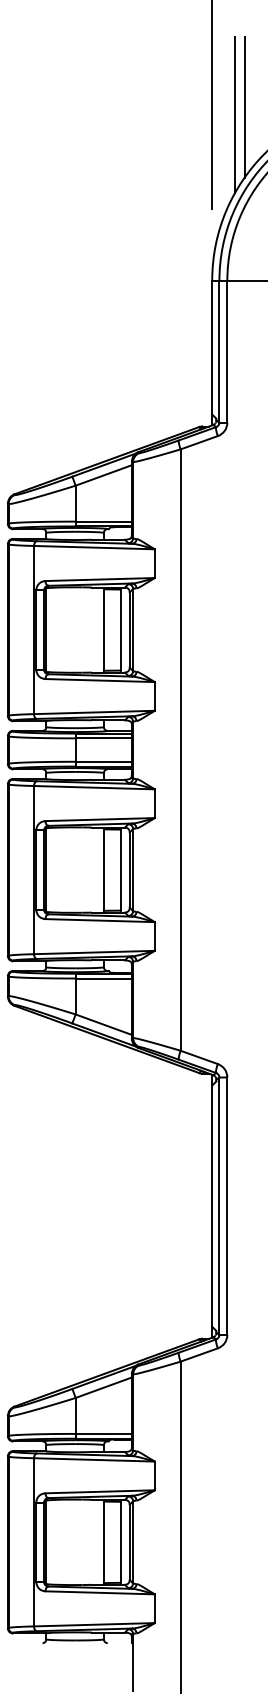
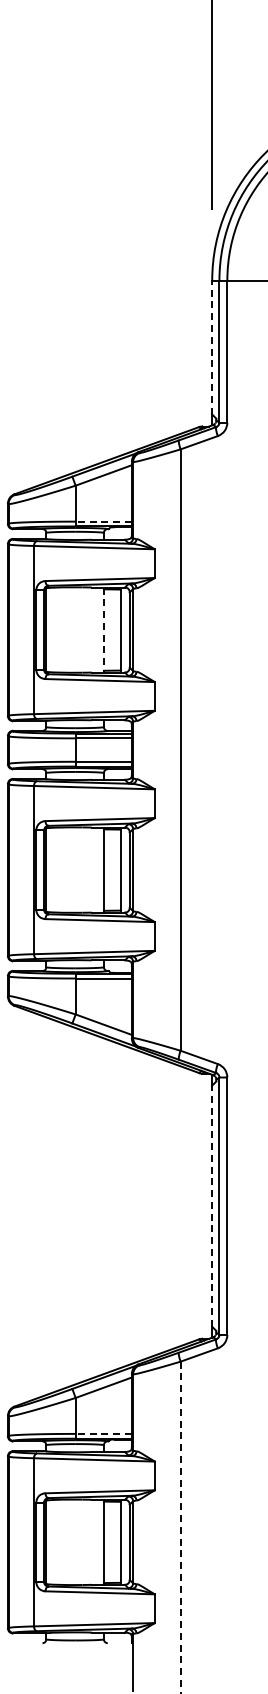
line at (244, 107): present -> none
line at (234, 115): present -> none
line at (212, 347): solid -> dashed
line at (103, 521): solid -> dashed
line at (103, 630): solid -> dashed
line at (212, 1206): solid -> dashed
line at (103, 1433): solid -> dashed
line at (180, 1527): solid -> dashed
